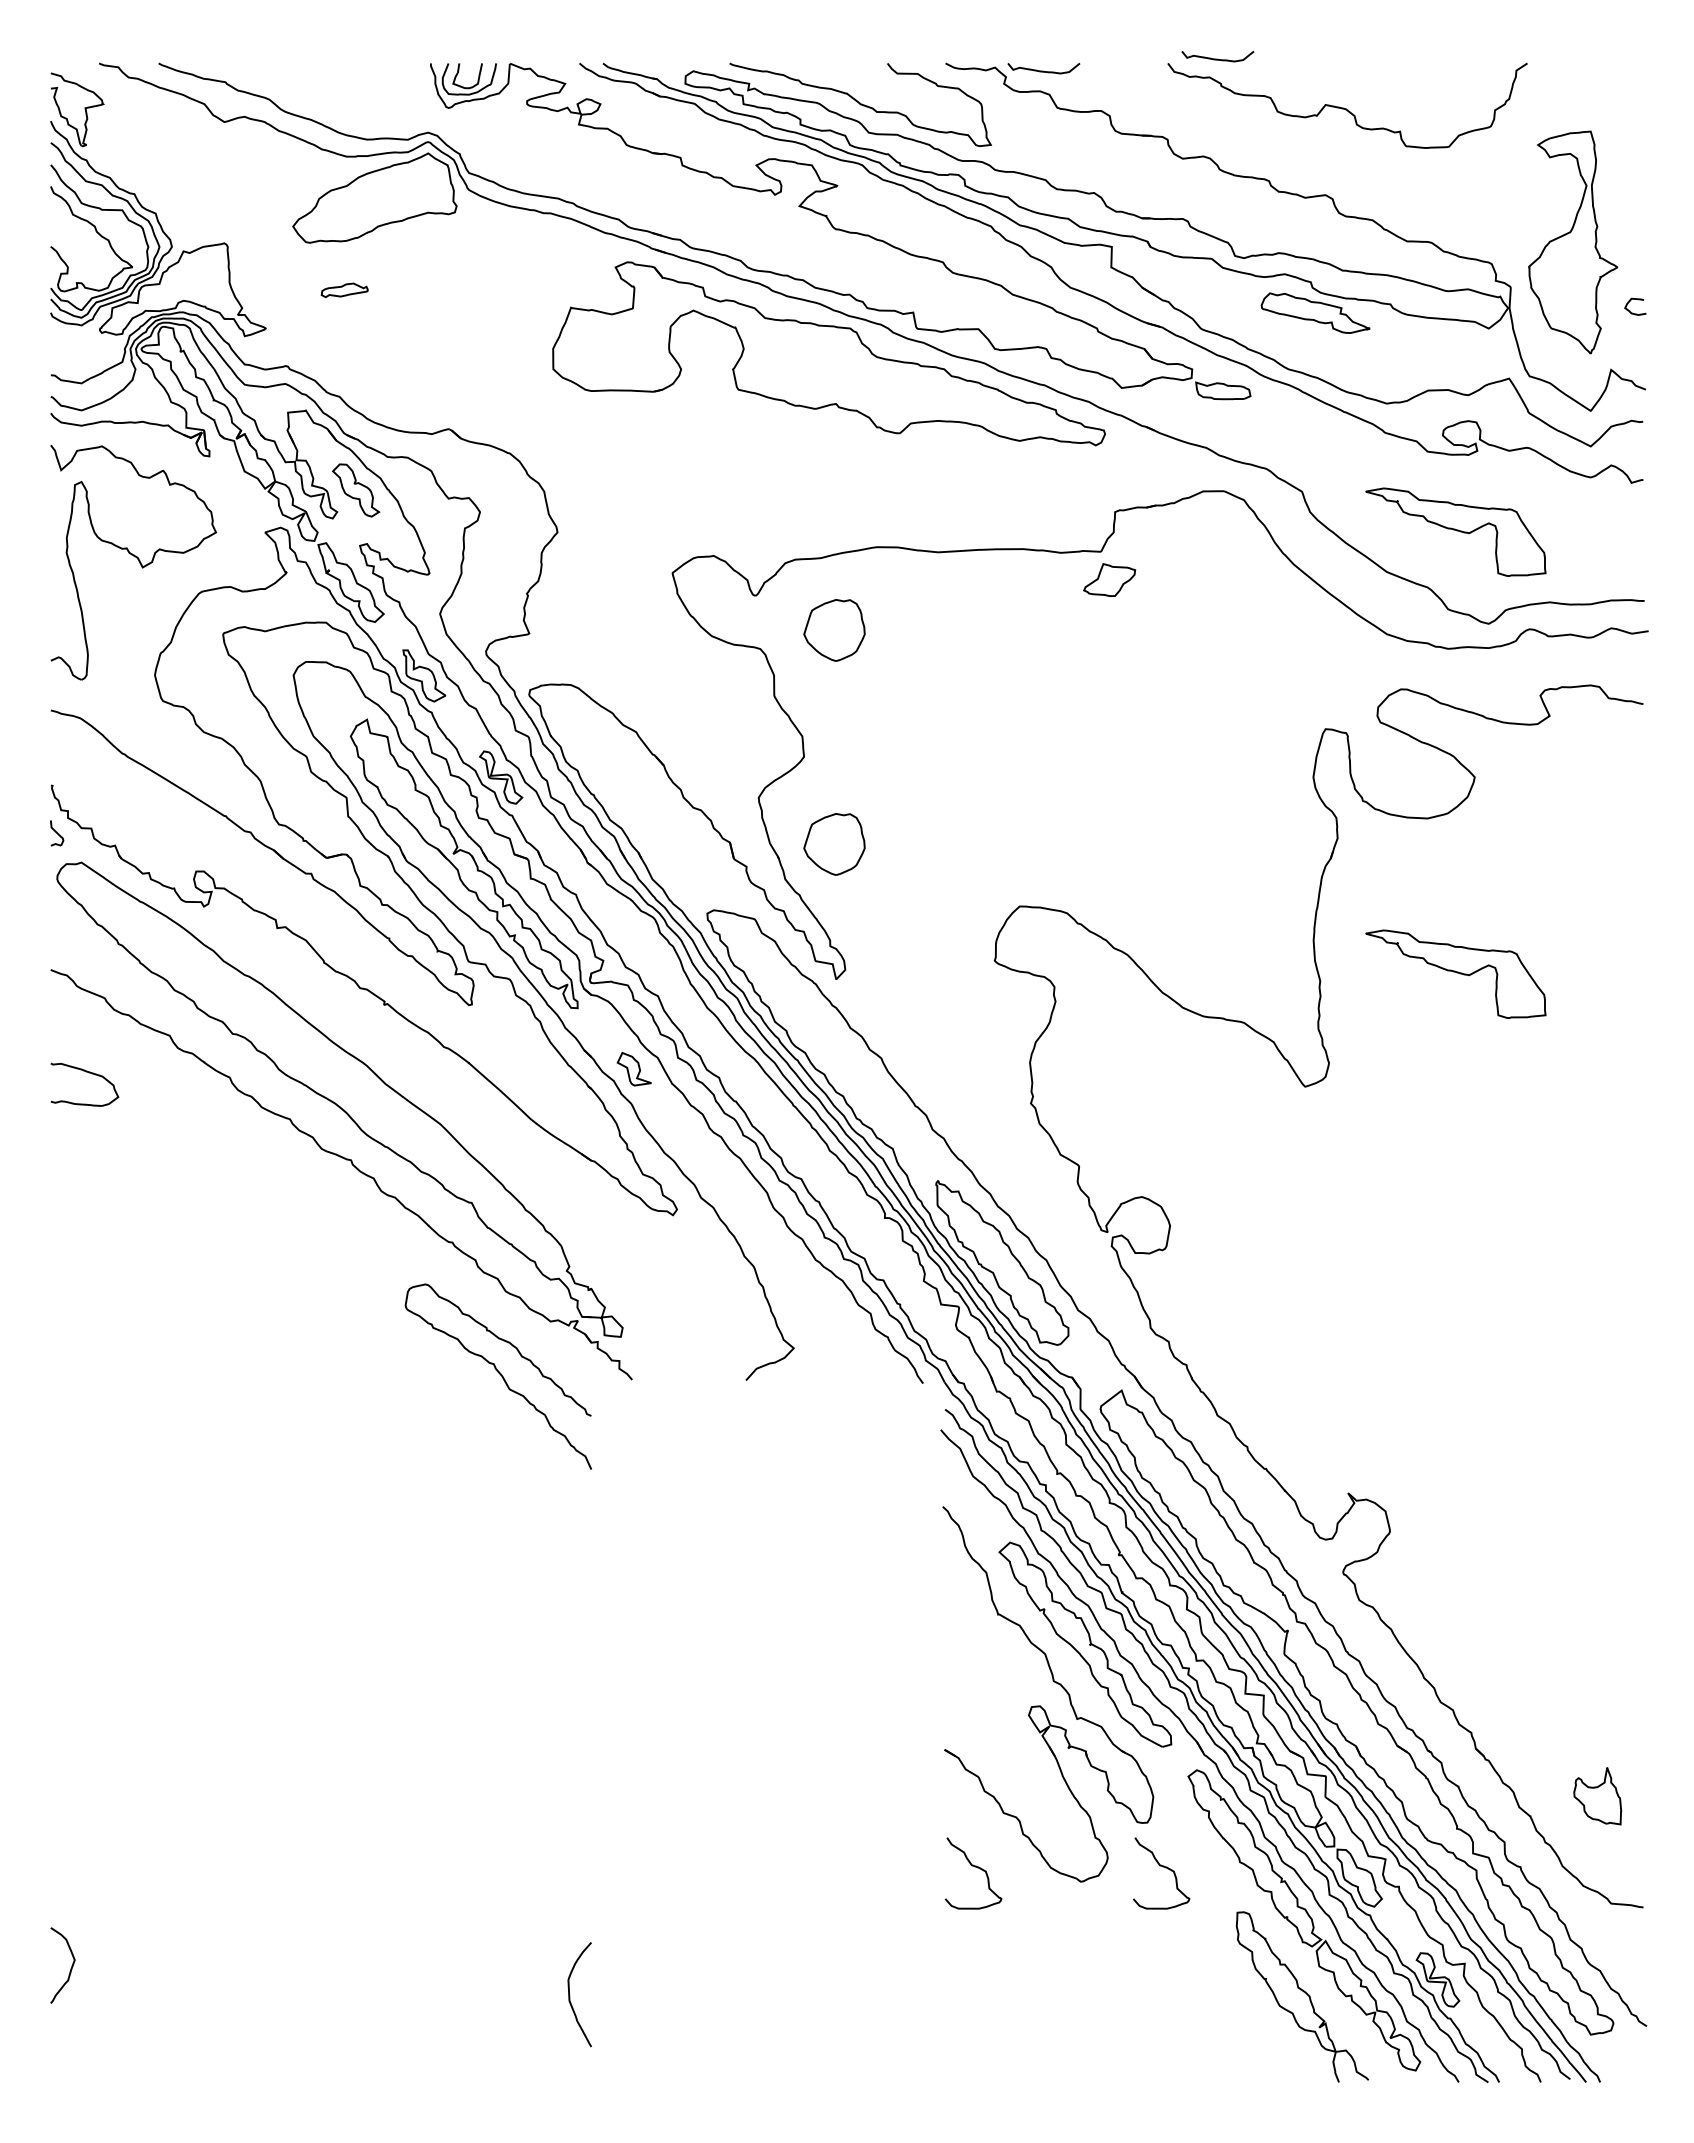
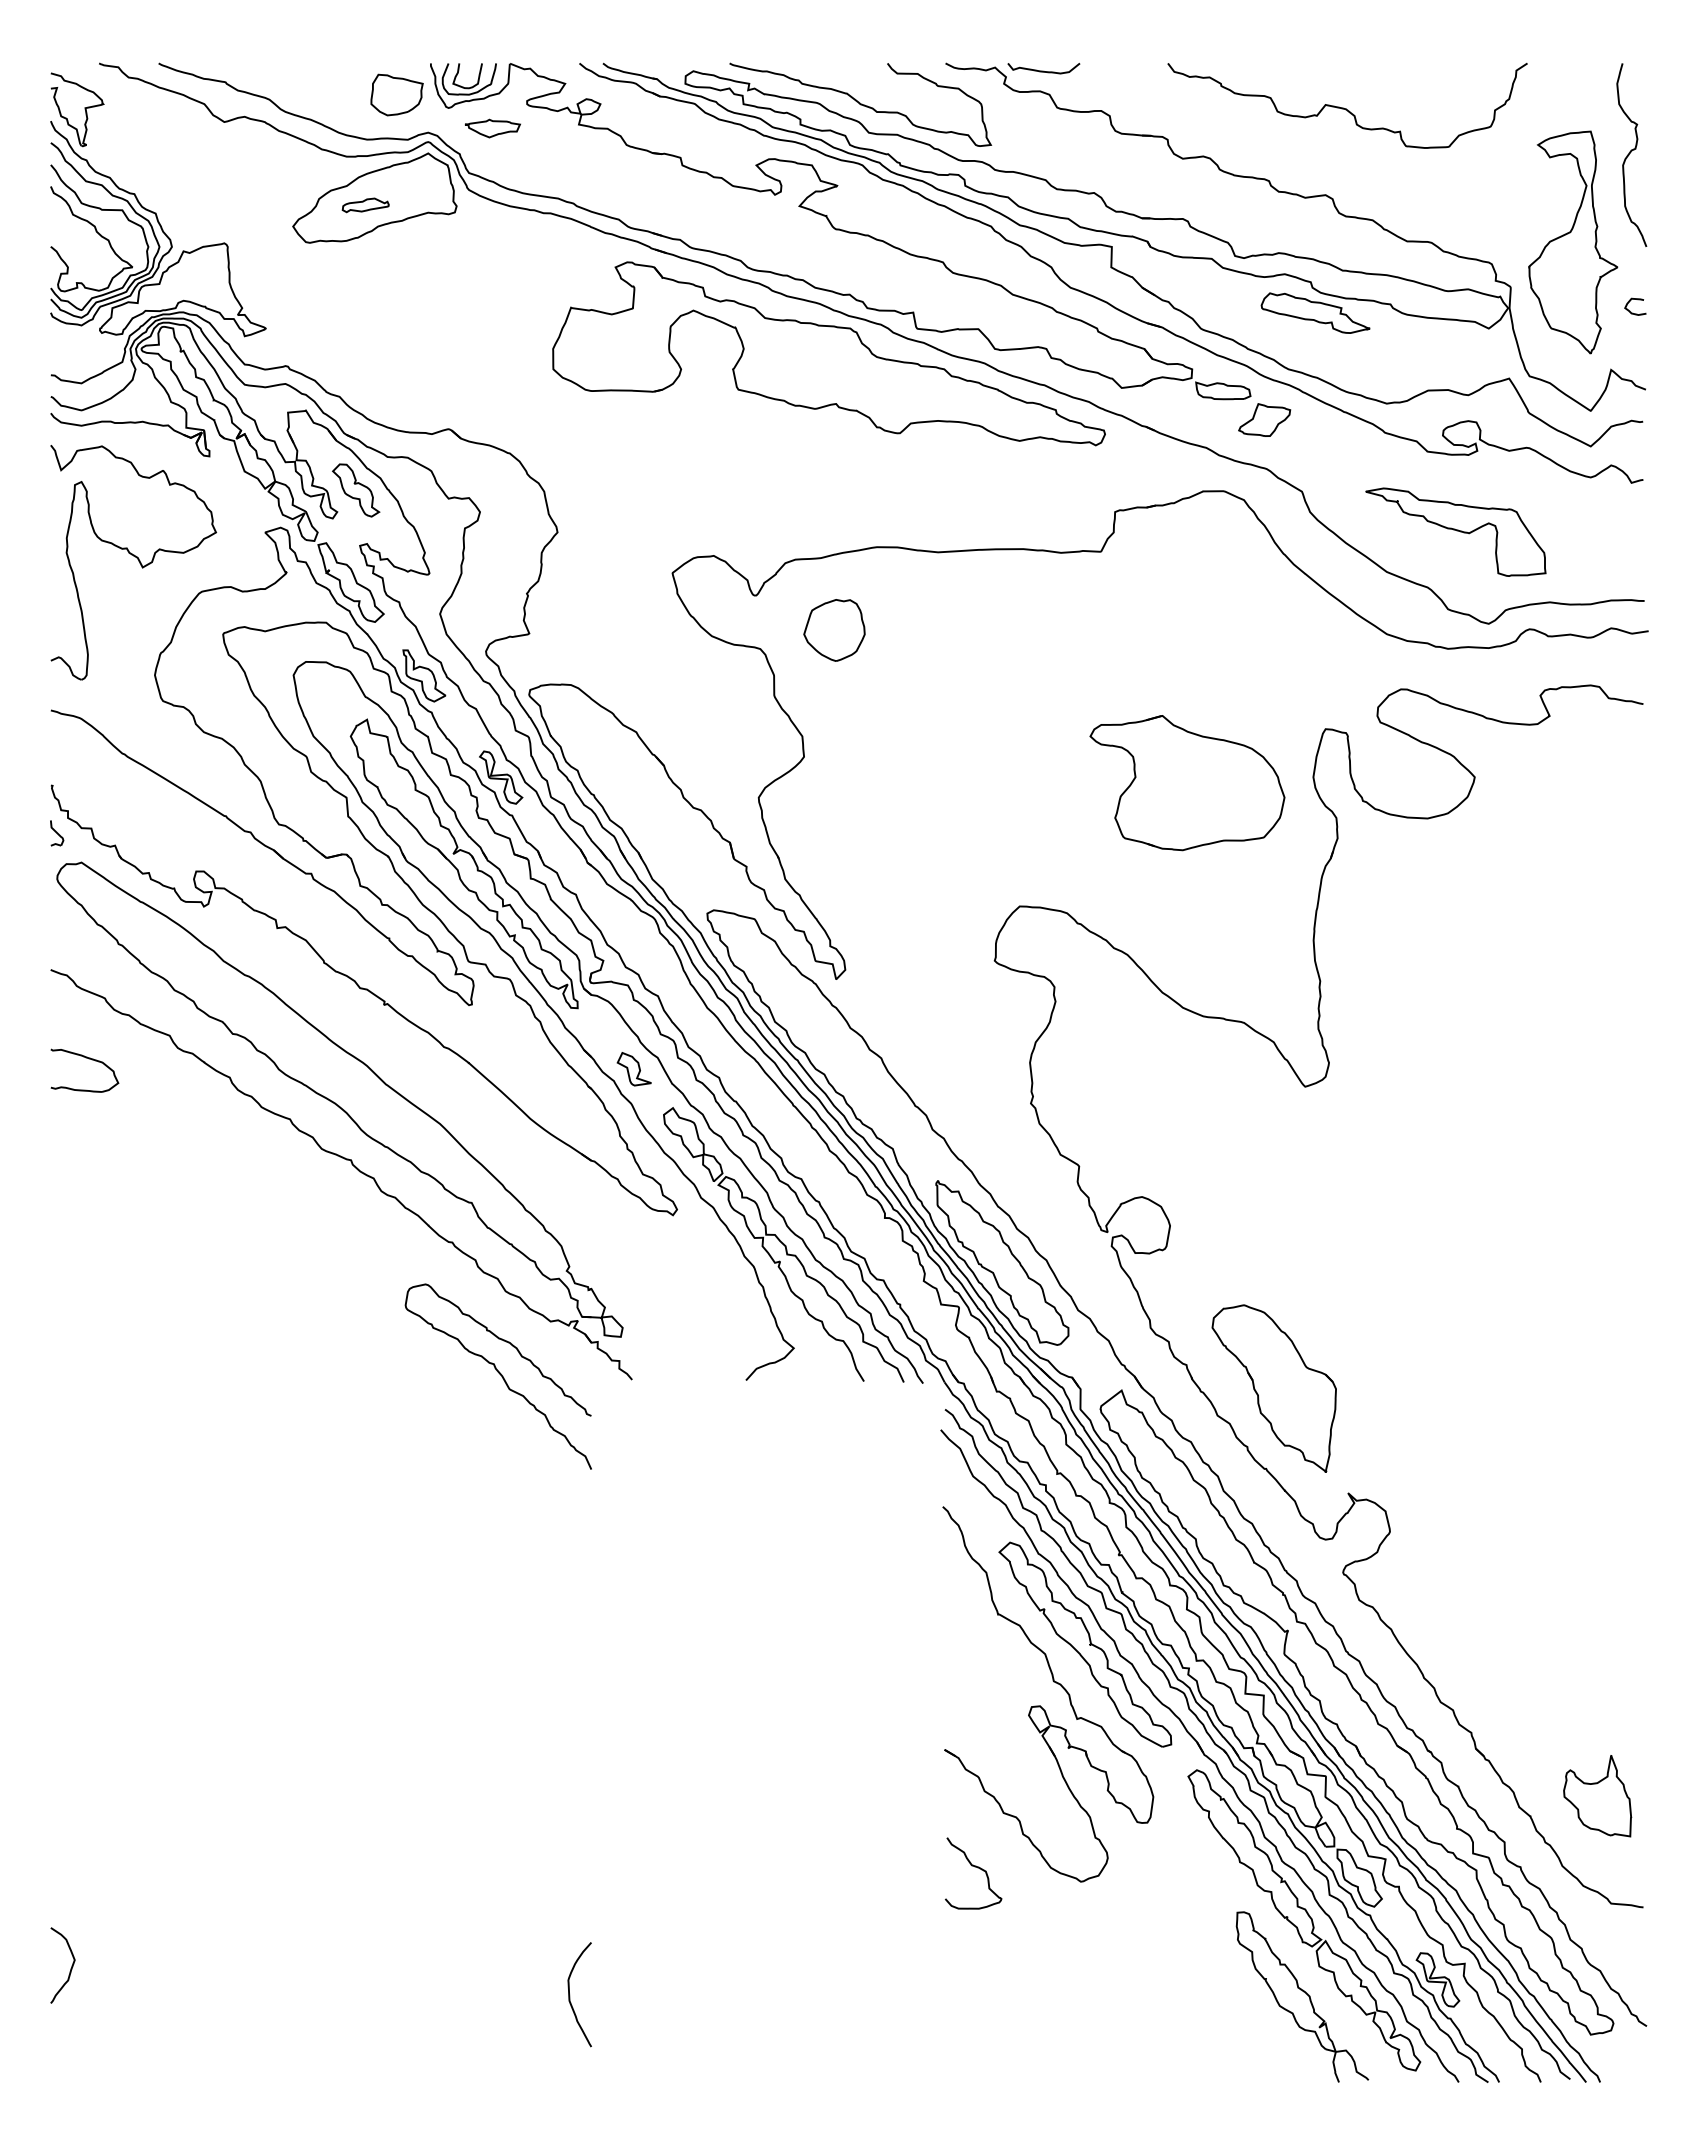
curve at (1217, 58): present -> none
part at (396, 94): none -> present
part at (492, 128): none -> present
curve at (1630, 153): none -> present
part at (344, 290) position: (344, 290) -> (365, 205)
part at (1109, 579) position: (1109, 579) -> (1264, 419)
part at (1187, 783): none -> present
part at (834, 844): present -> none
part at (1455, 973): present -> none
part at (88, 1073) position: (88, 1073) -> (88, 1059)
part at (783, 1244): none -> present
part at (1273, 1388): none -> present
part at (1597, 1796) size: 50x59 px -> 70x83 px
curve at (1162, 1867): present -> none
